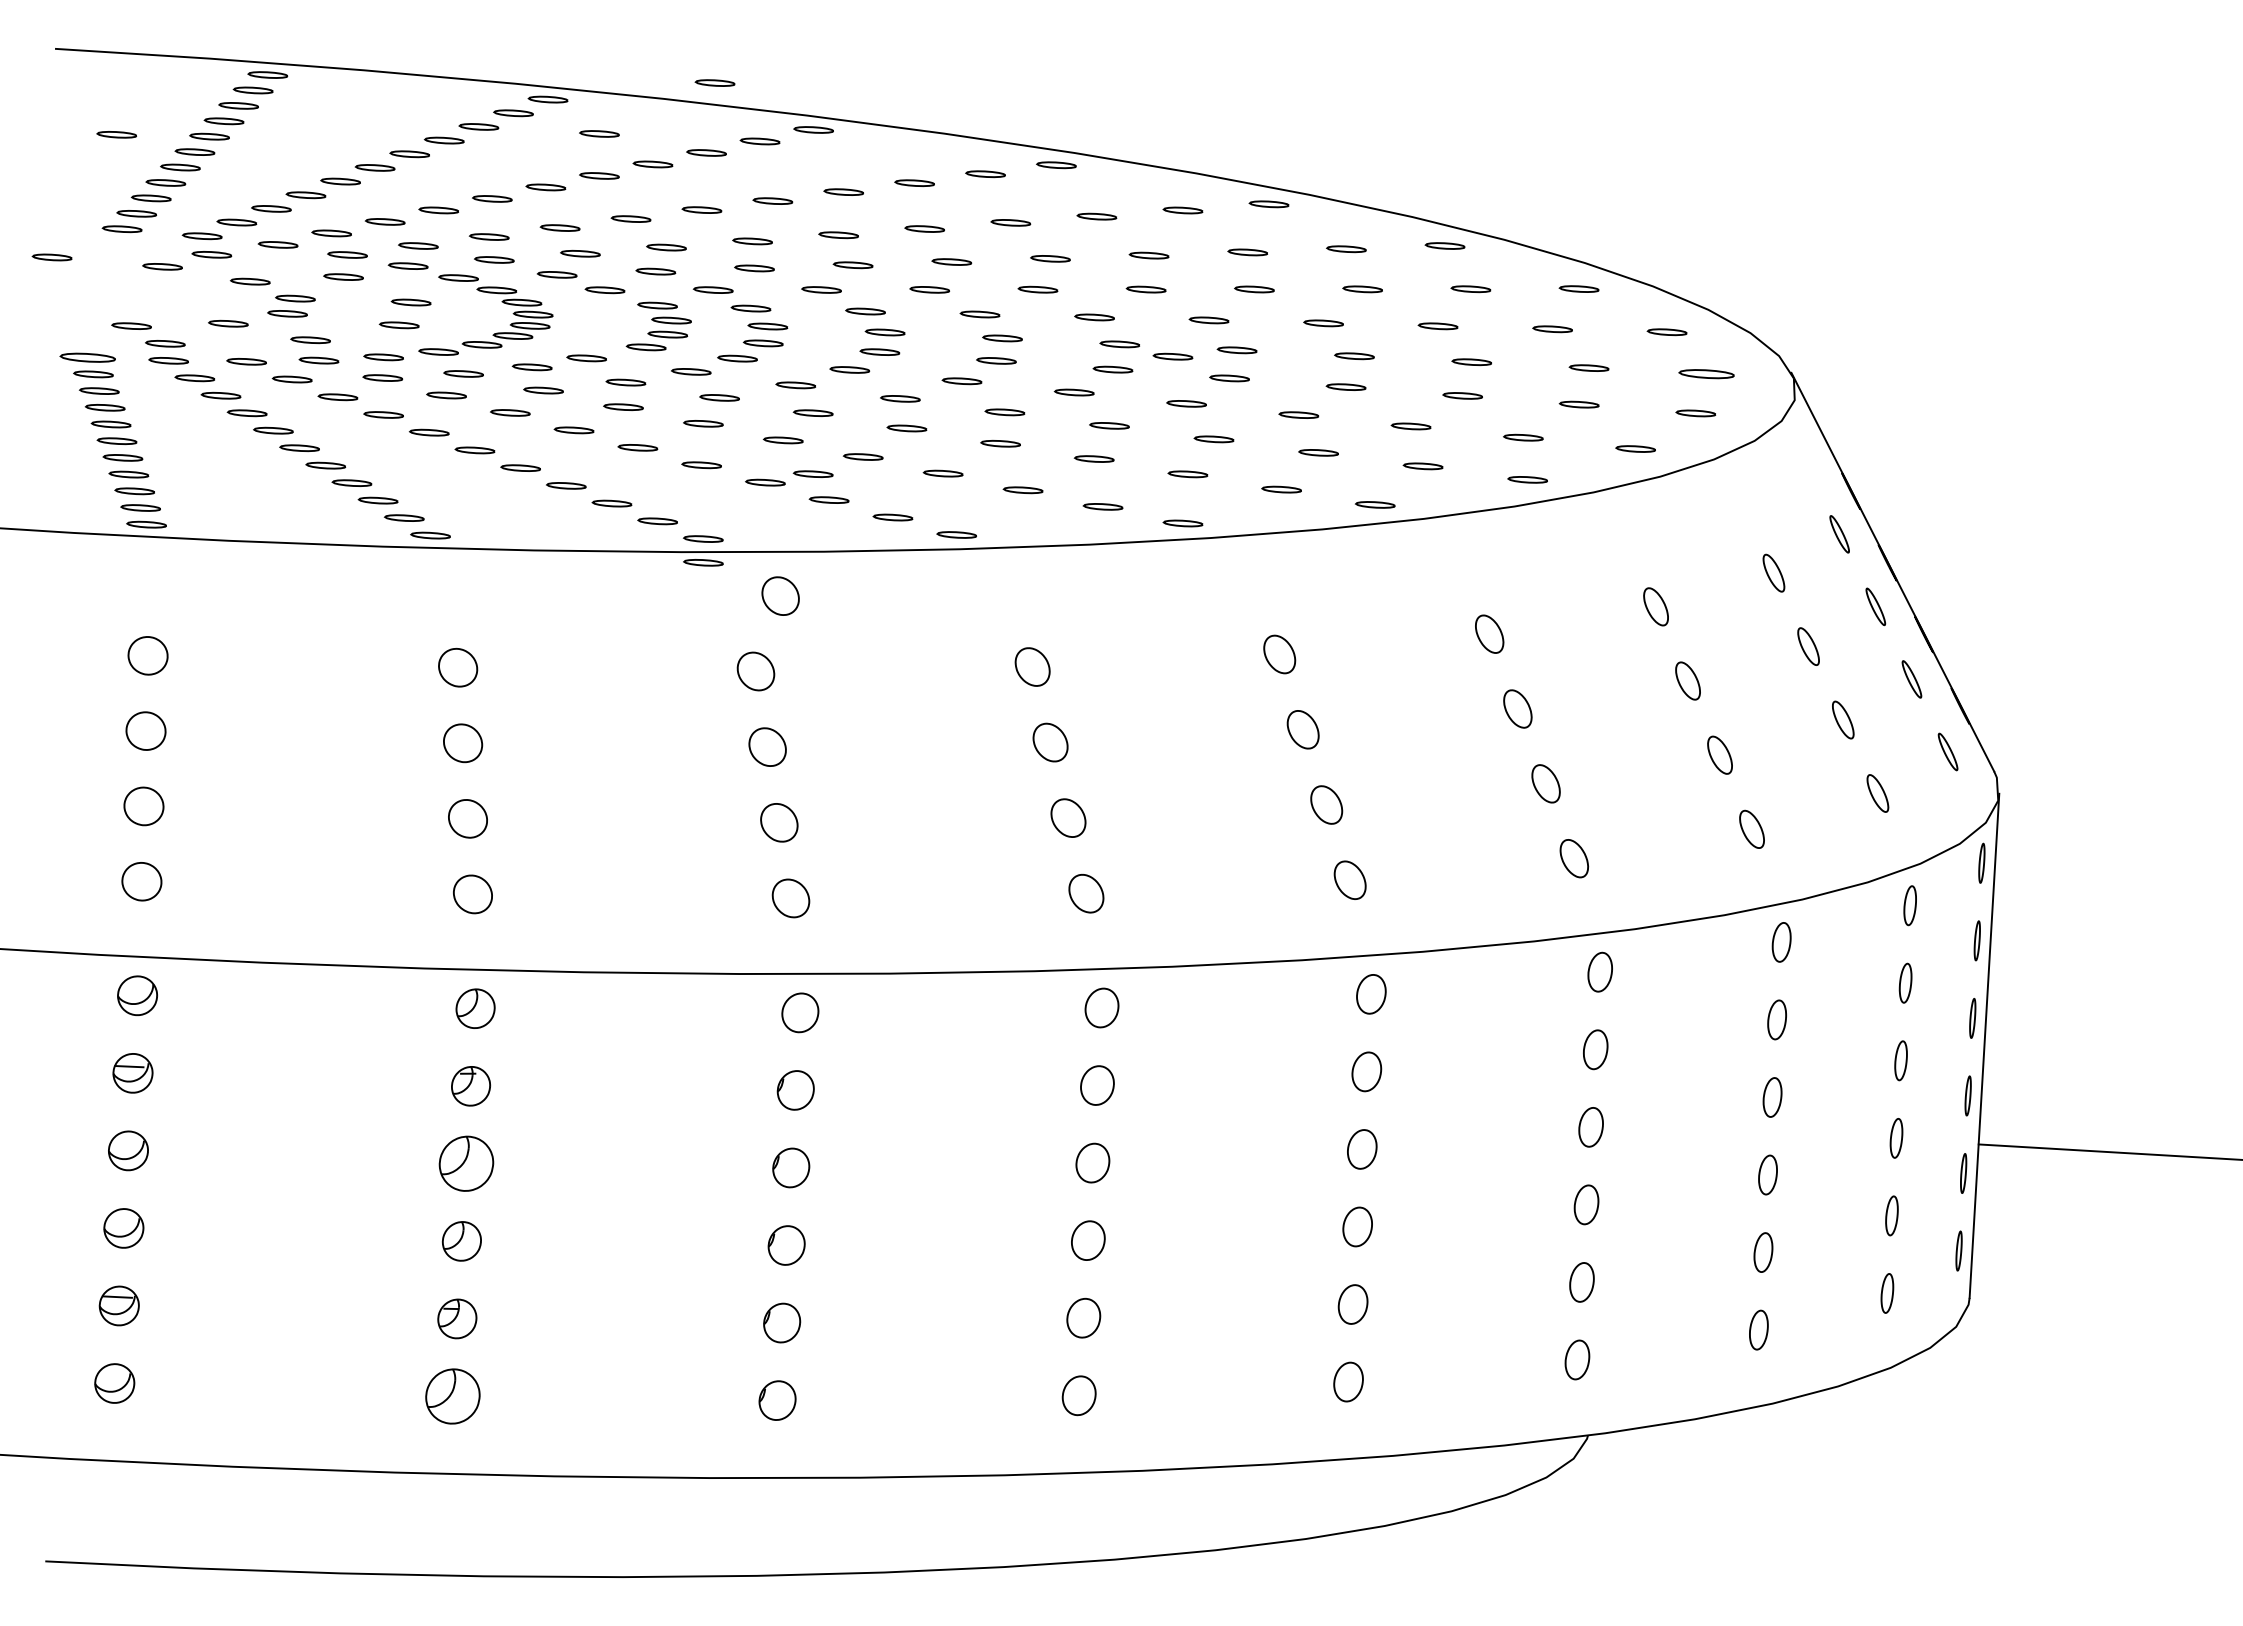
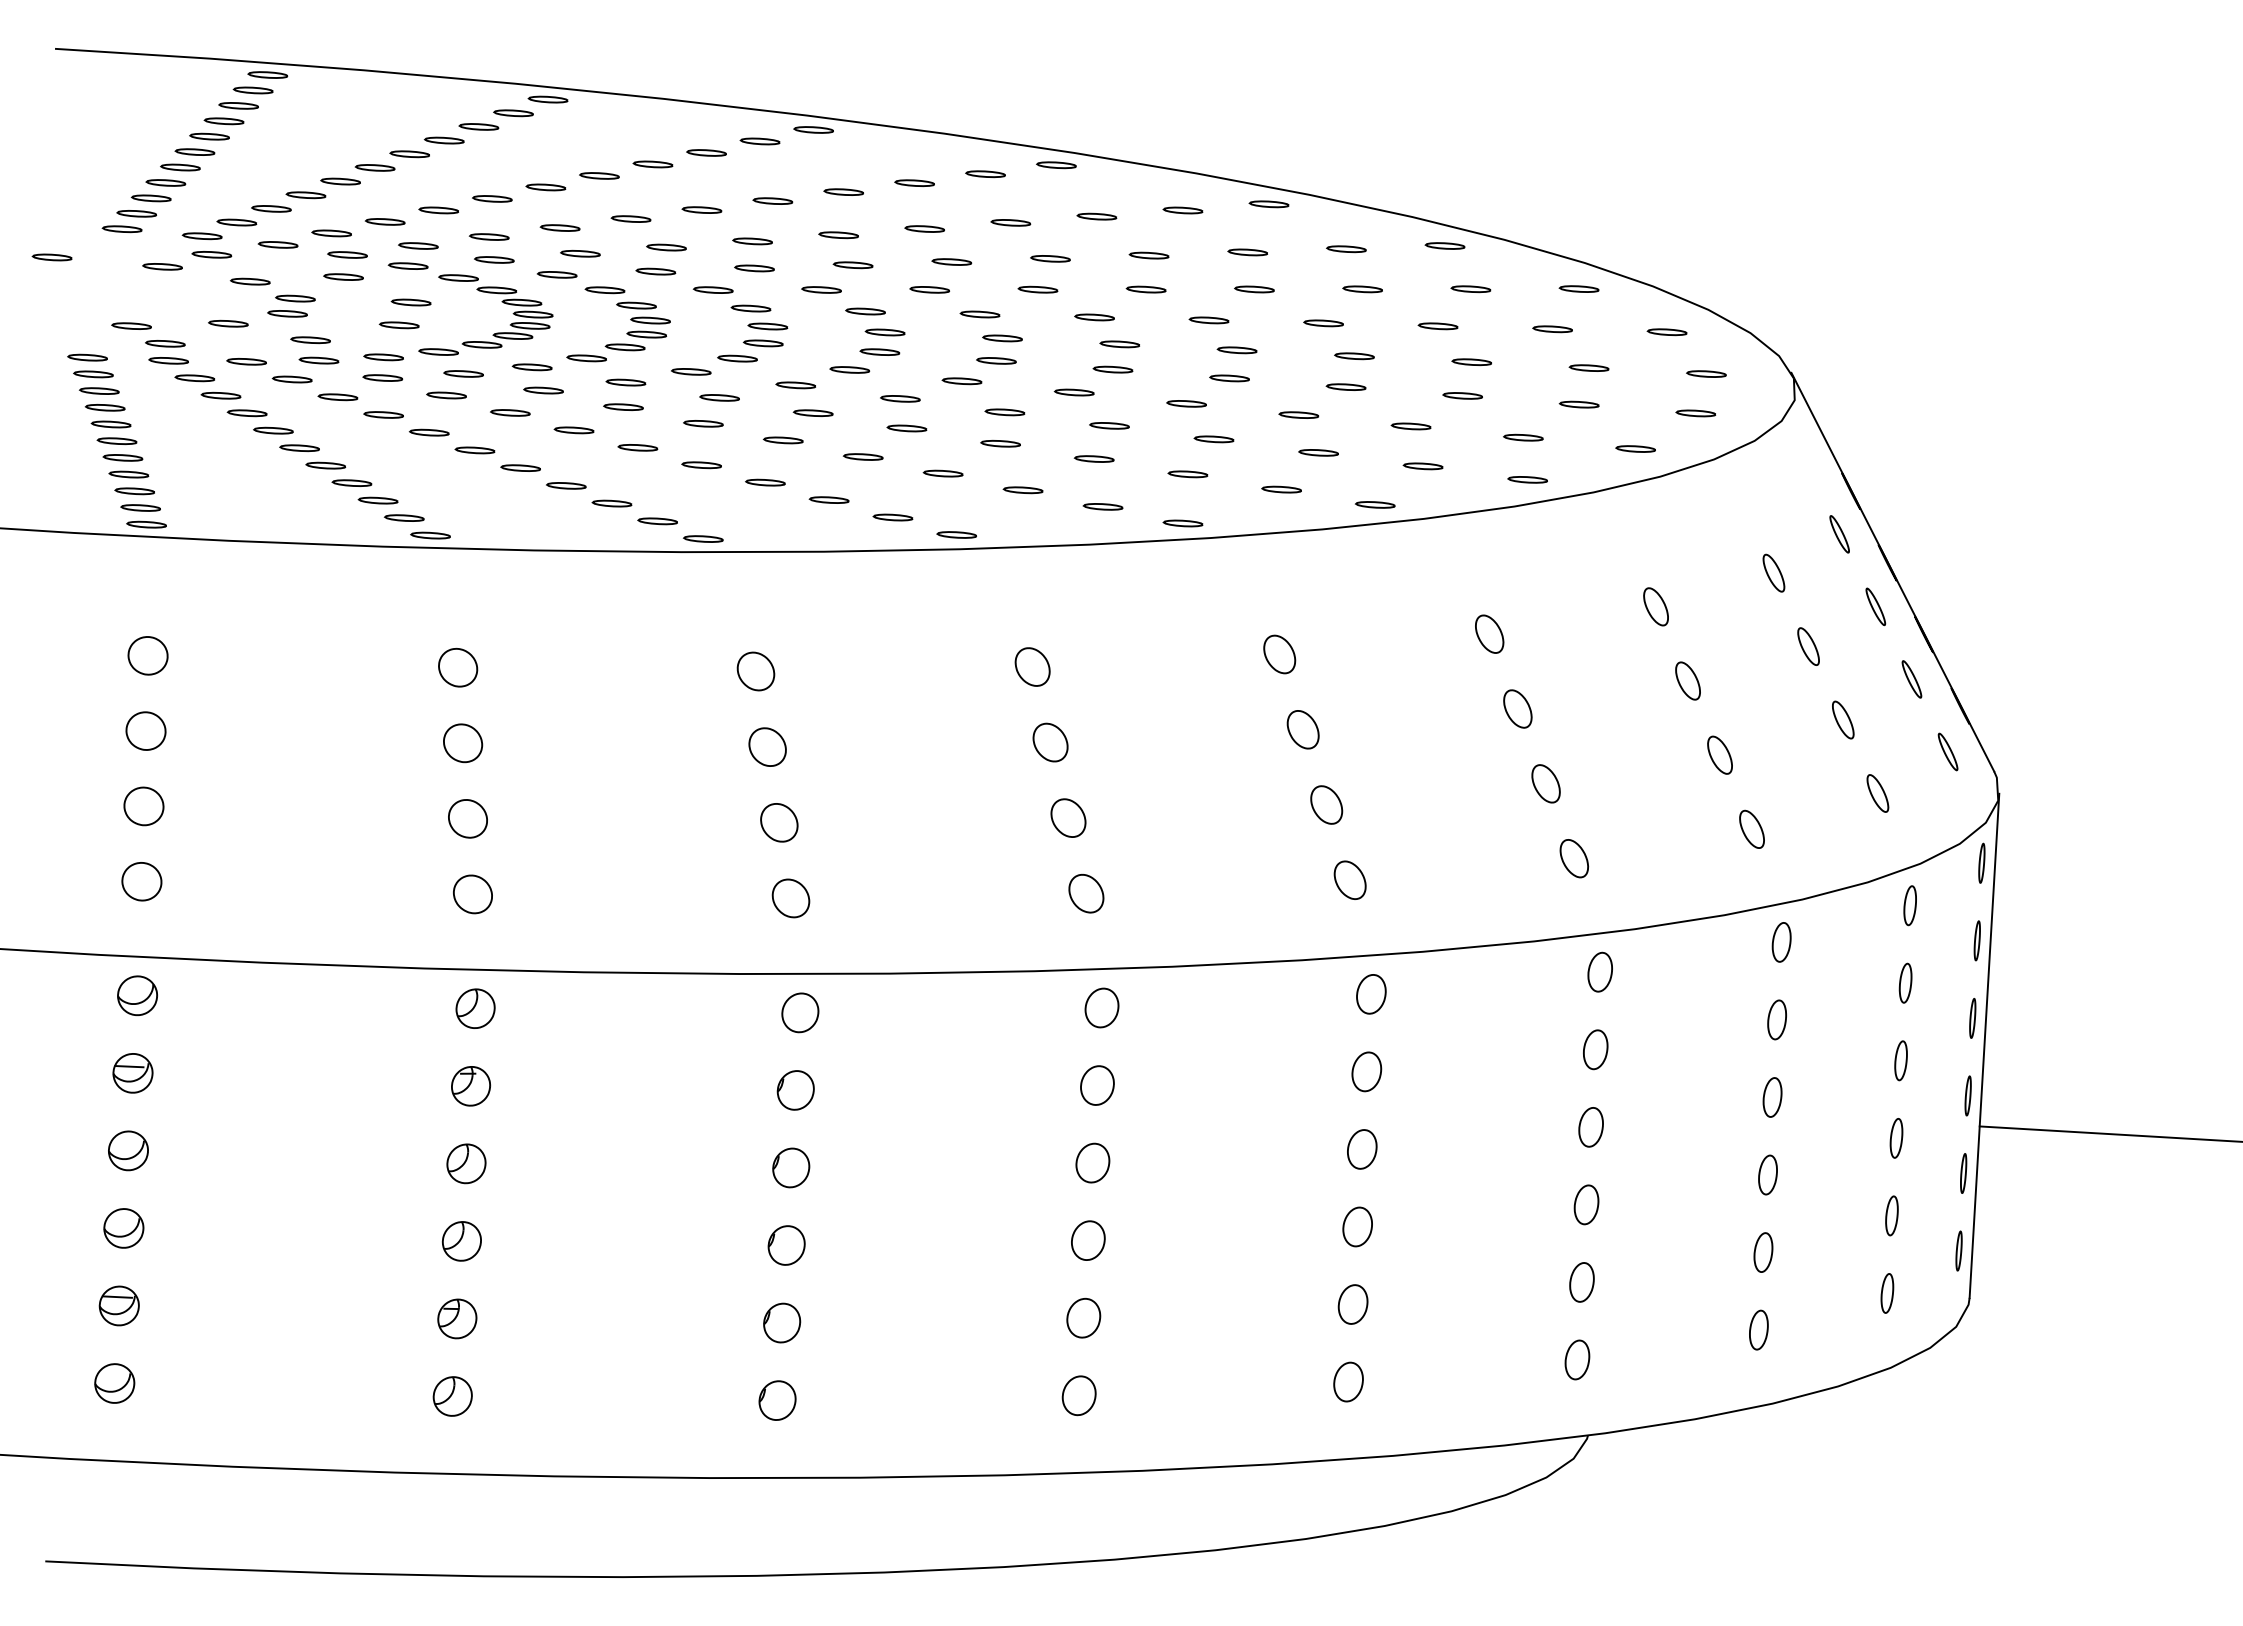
part at (714, 82): present -> none
part at (599, 133): present -> none
part at (116, 134): present -> none
part at (658, 326) position: (658, 326) -> (637, 326)
part at (1172, 356): present -> none
part at (87, 357) size: 57x11 px -> 41x9 px
part at (1706, 374) size: 57x11 px -> 41x8 px
part at (812, 473): present -> none
part at (703, 562): present -> none
part at (780, 595): present -> none
line at (2108, 1151) position: (2108, 1151) -> (2109, 1133)
part at (466, 1163) size: 57x57 px -> 41x42 px
part at (452, 1396) size: 56x57 px -> 41x41 px
